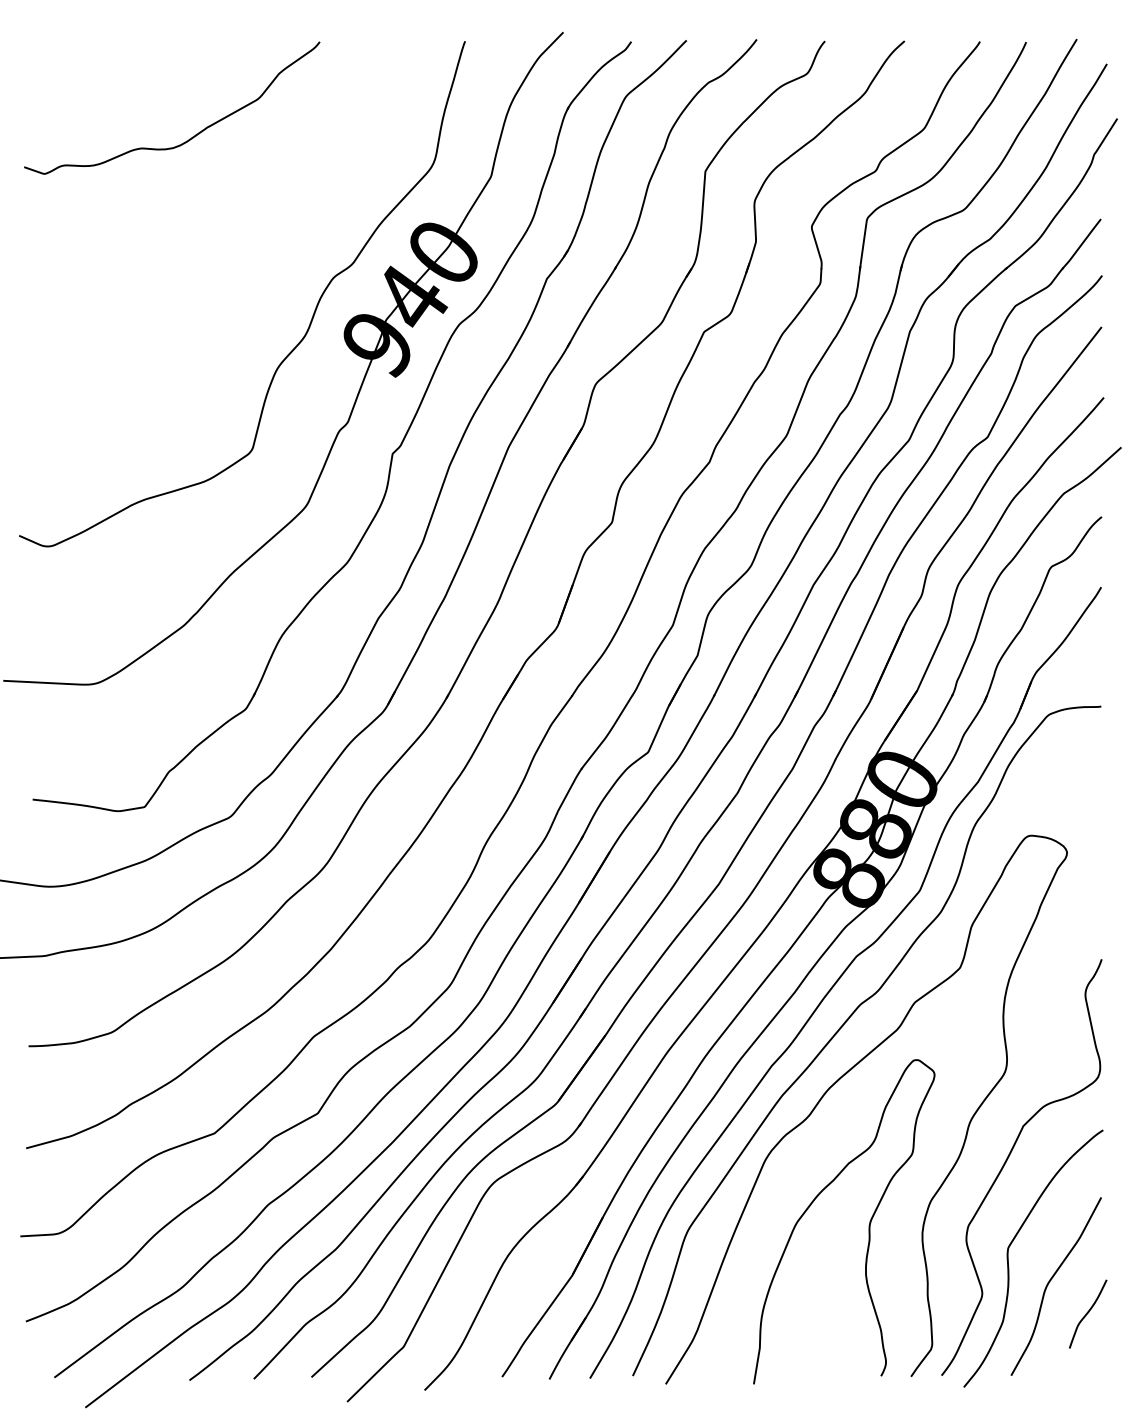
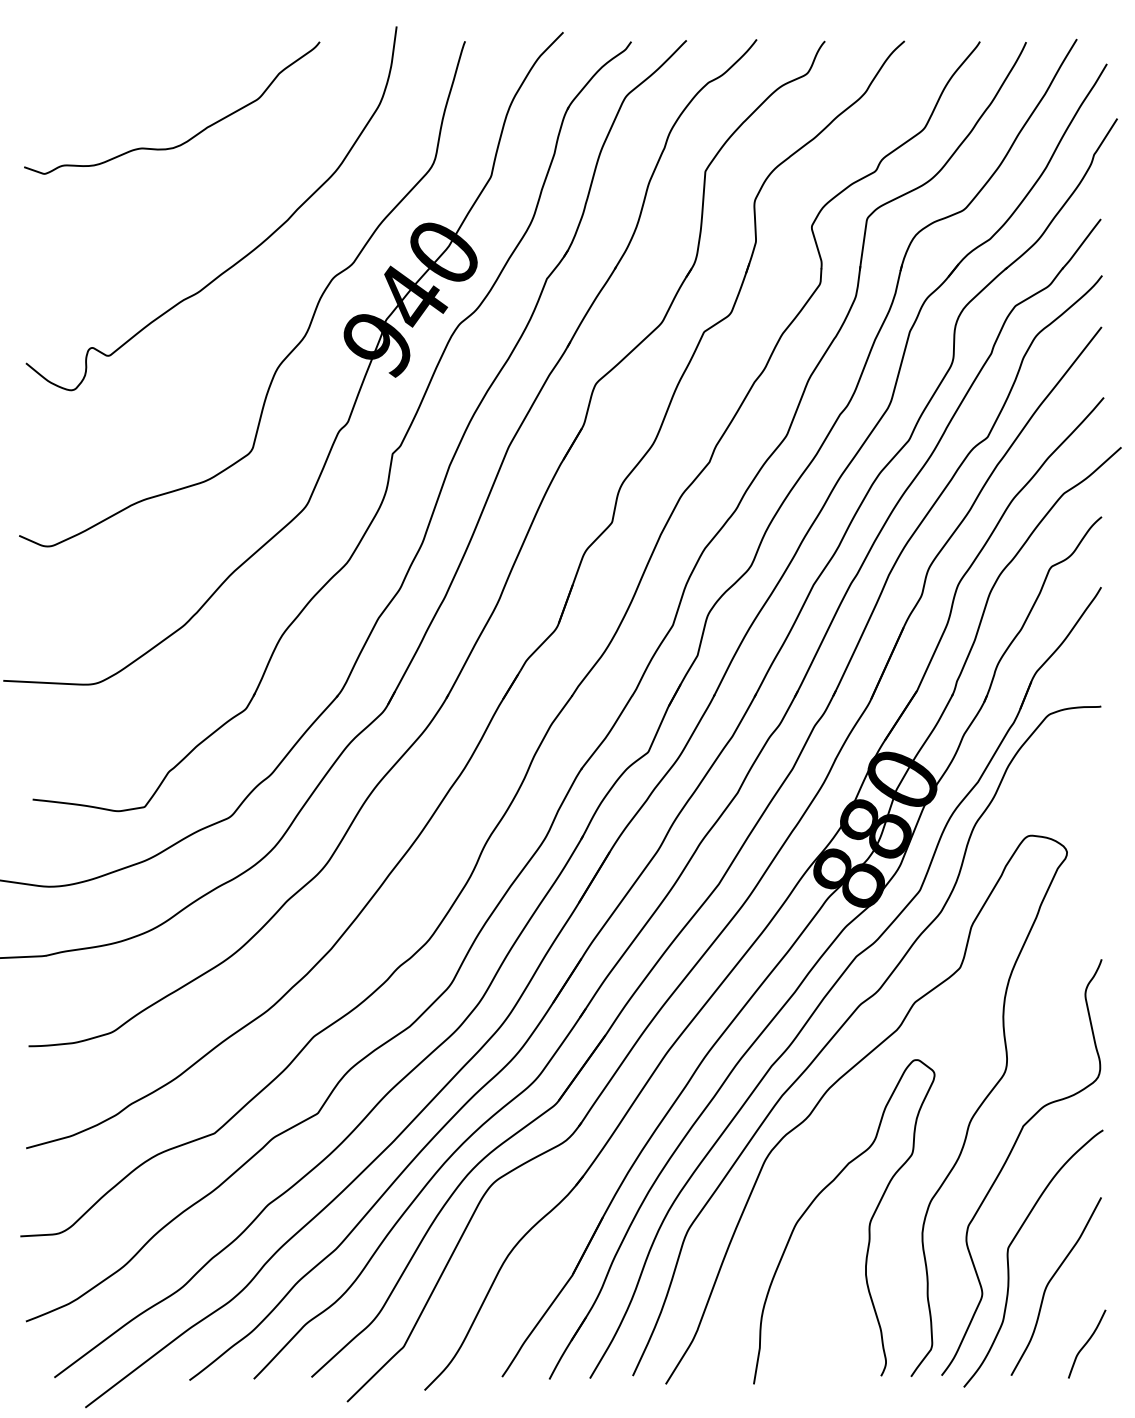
curve at (247, 253): none -> present
curve at (1088, 1313) position: (1088, 1313) -> (1087, 1343)
